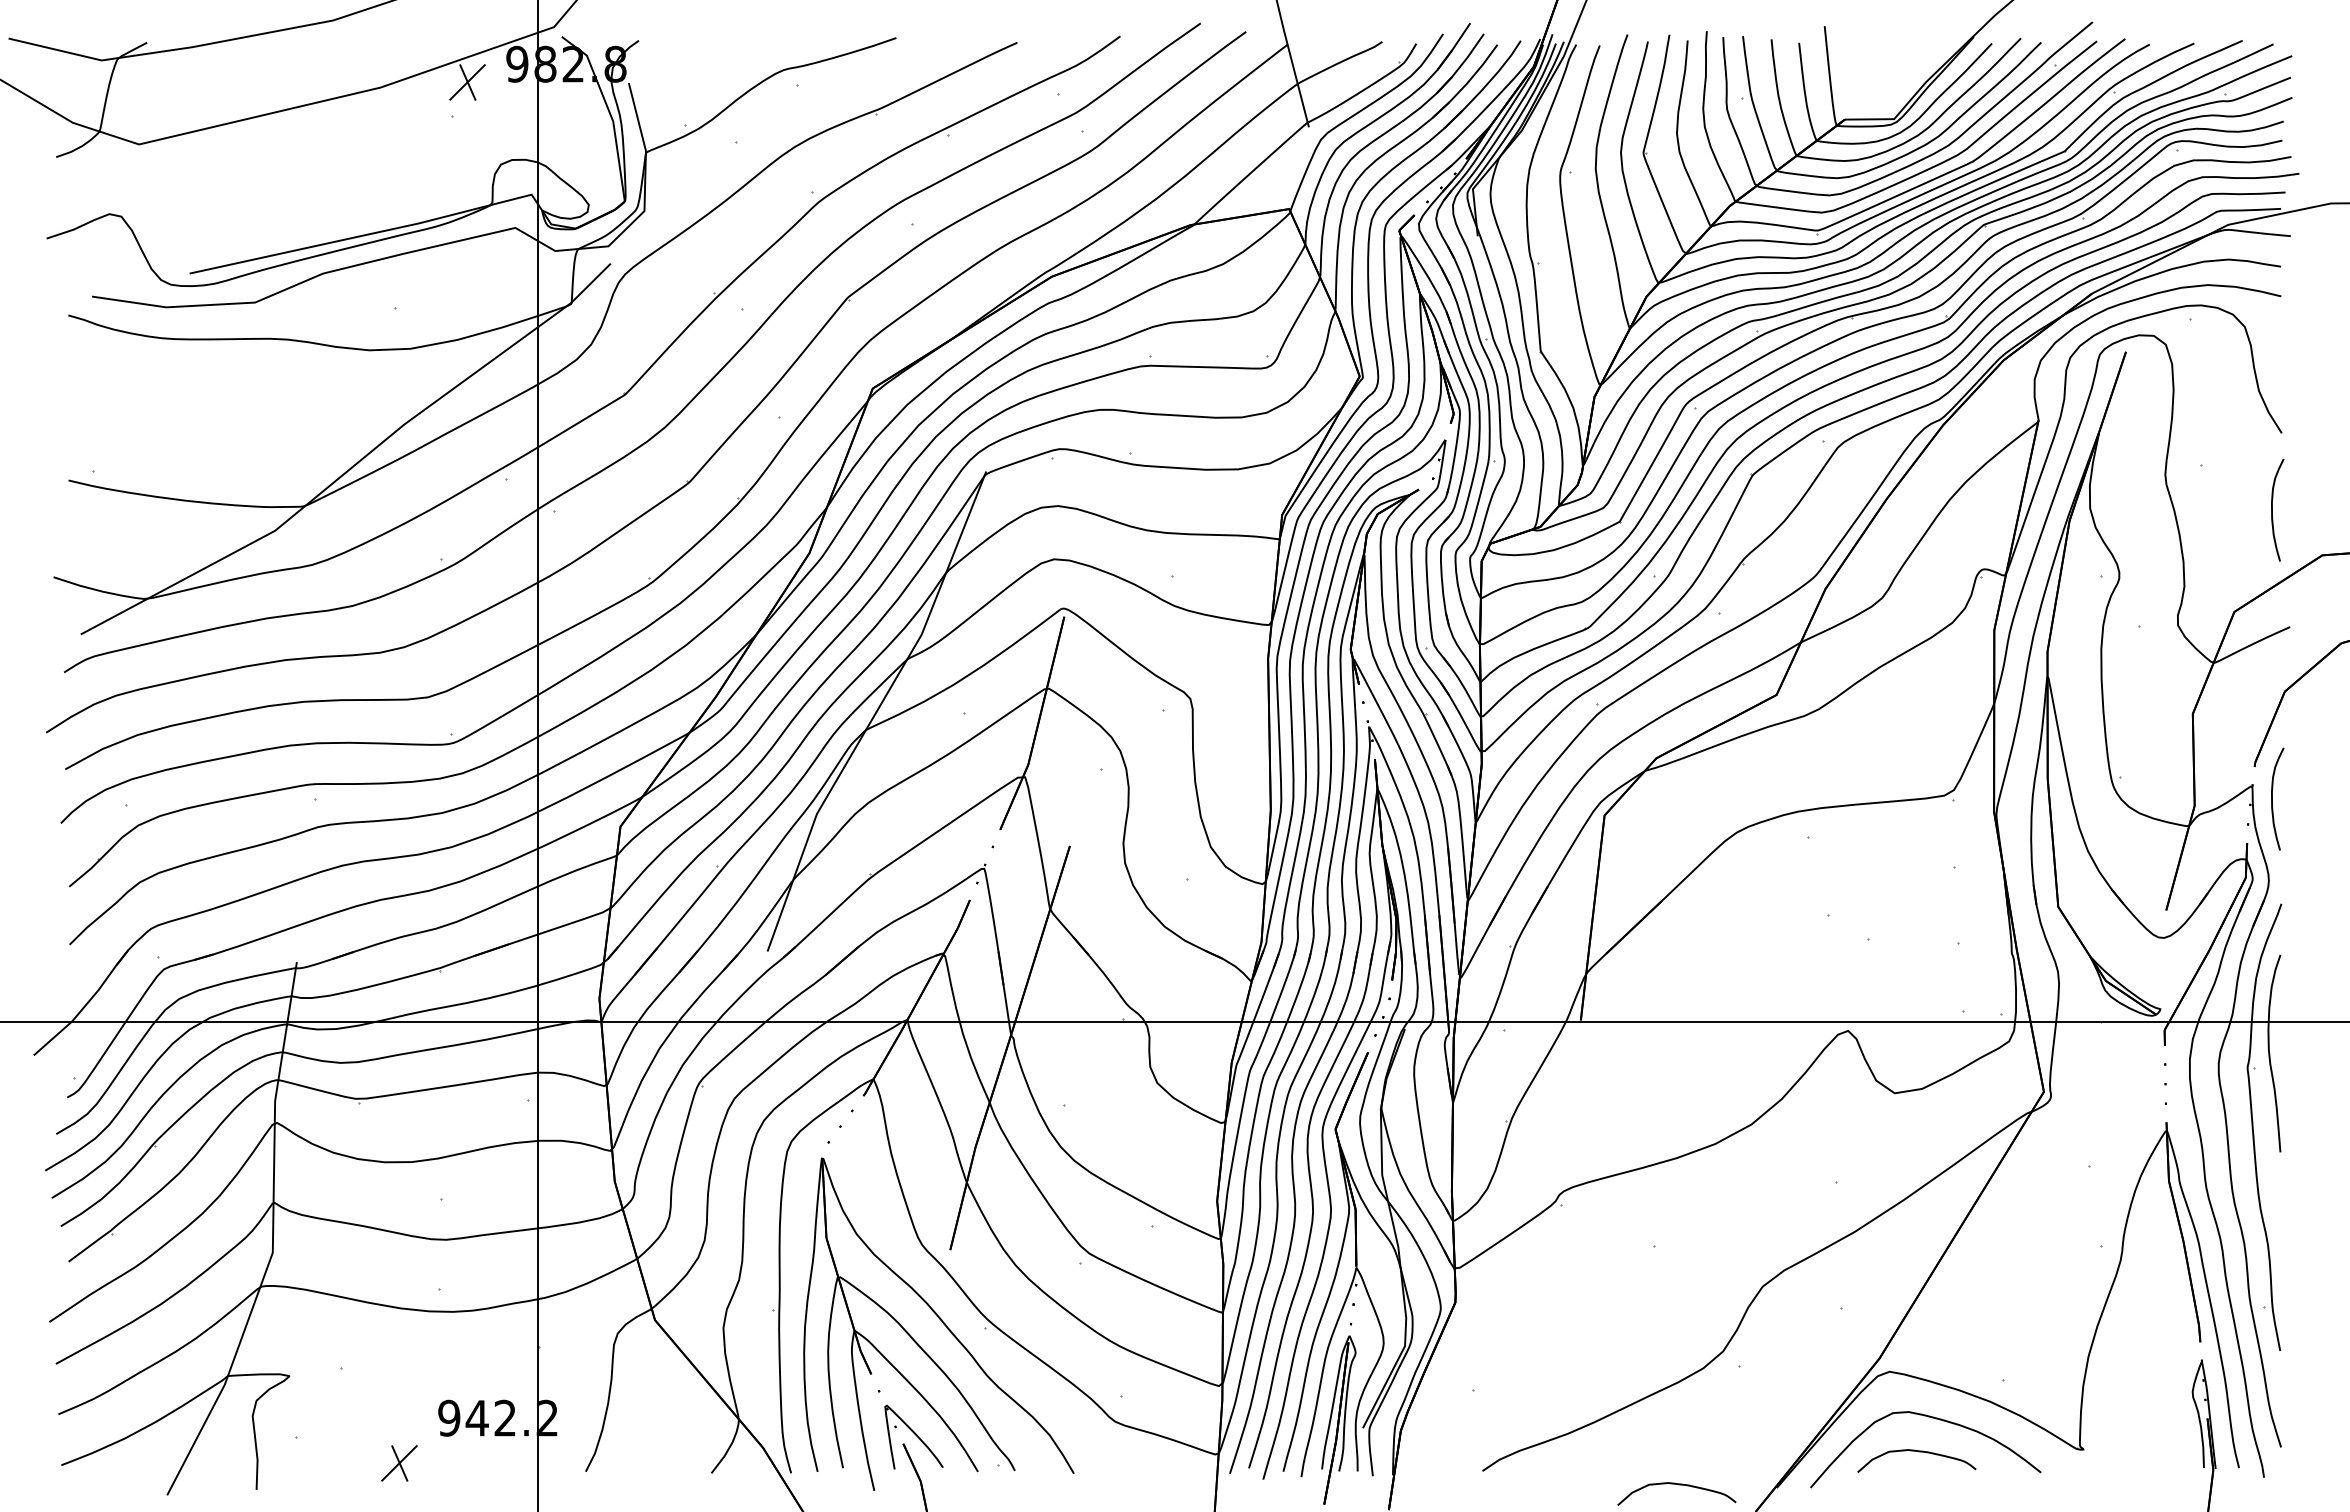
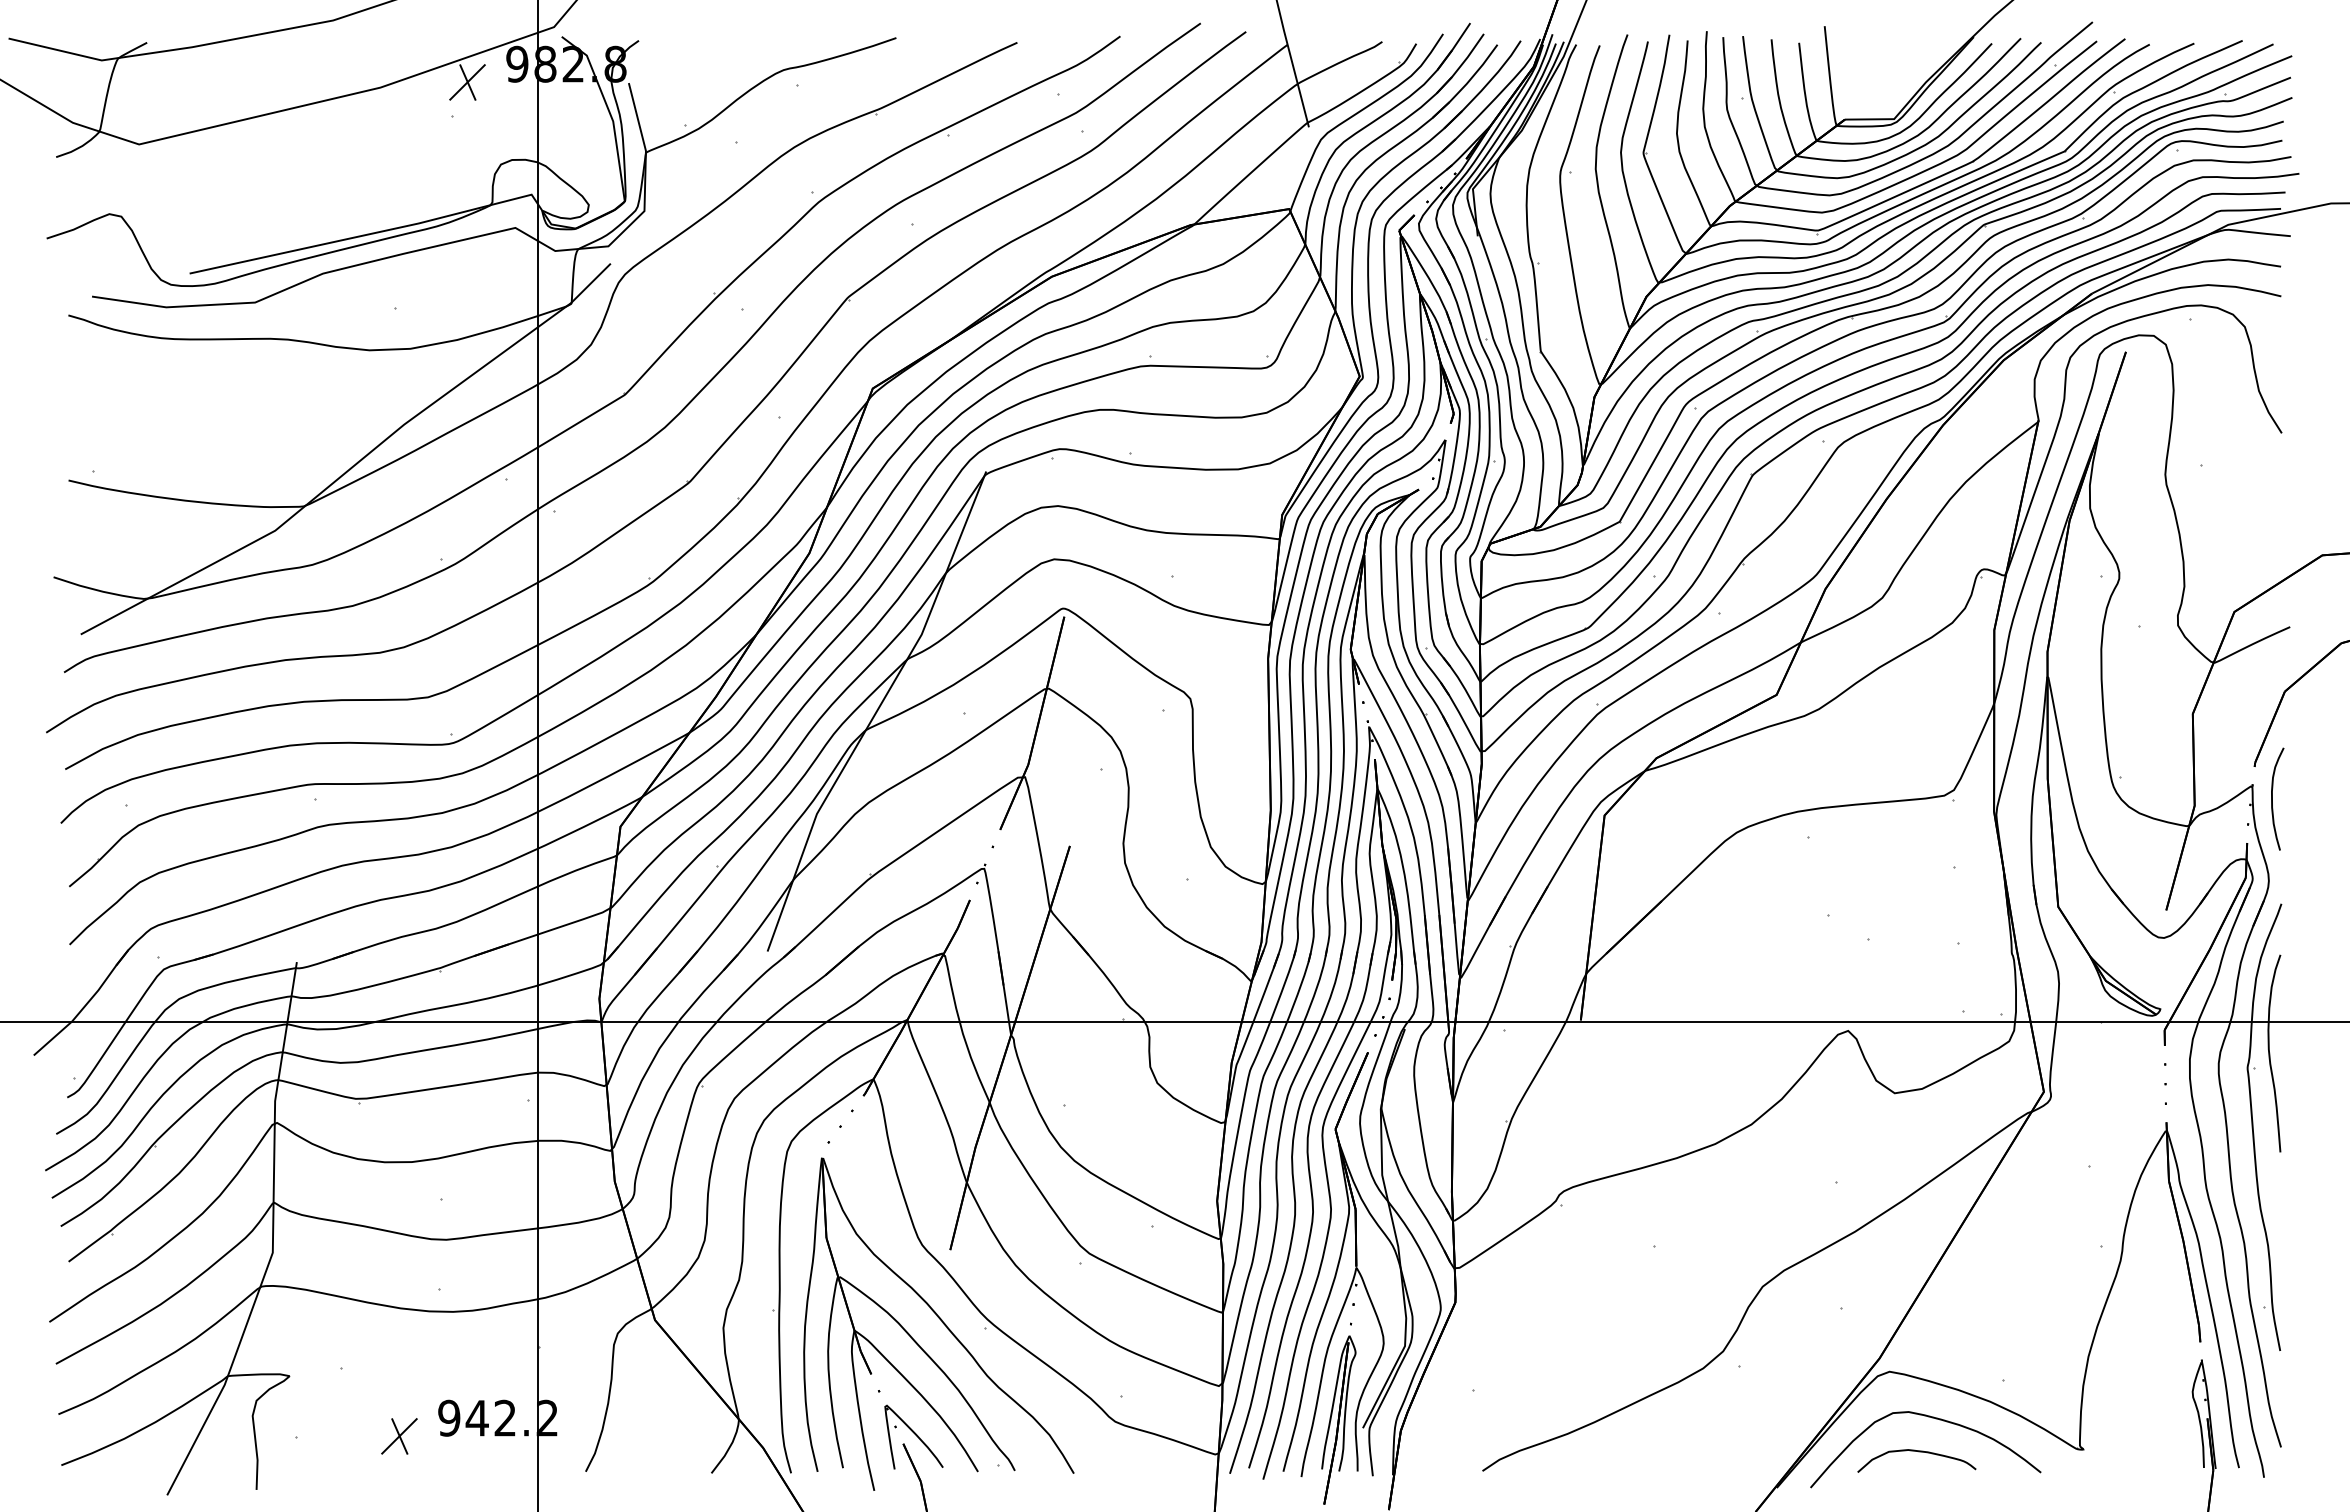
curve at (2272, 509): present -> none
part at (399, 1463) position: (399, 1463) -> (399, 1436)
curve at (1678, 1485): present -> none
